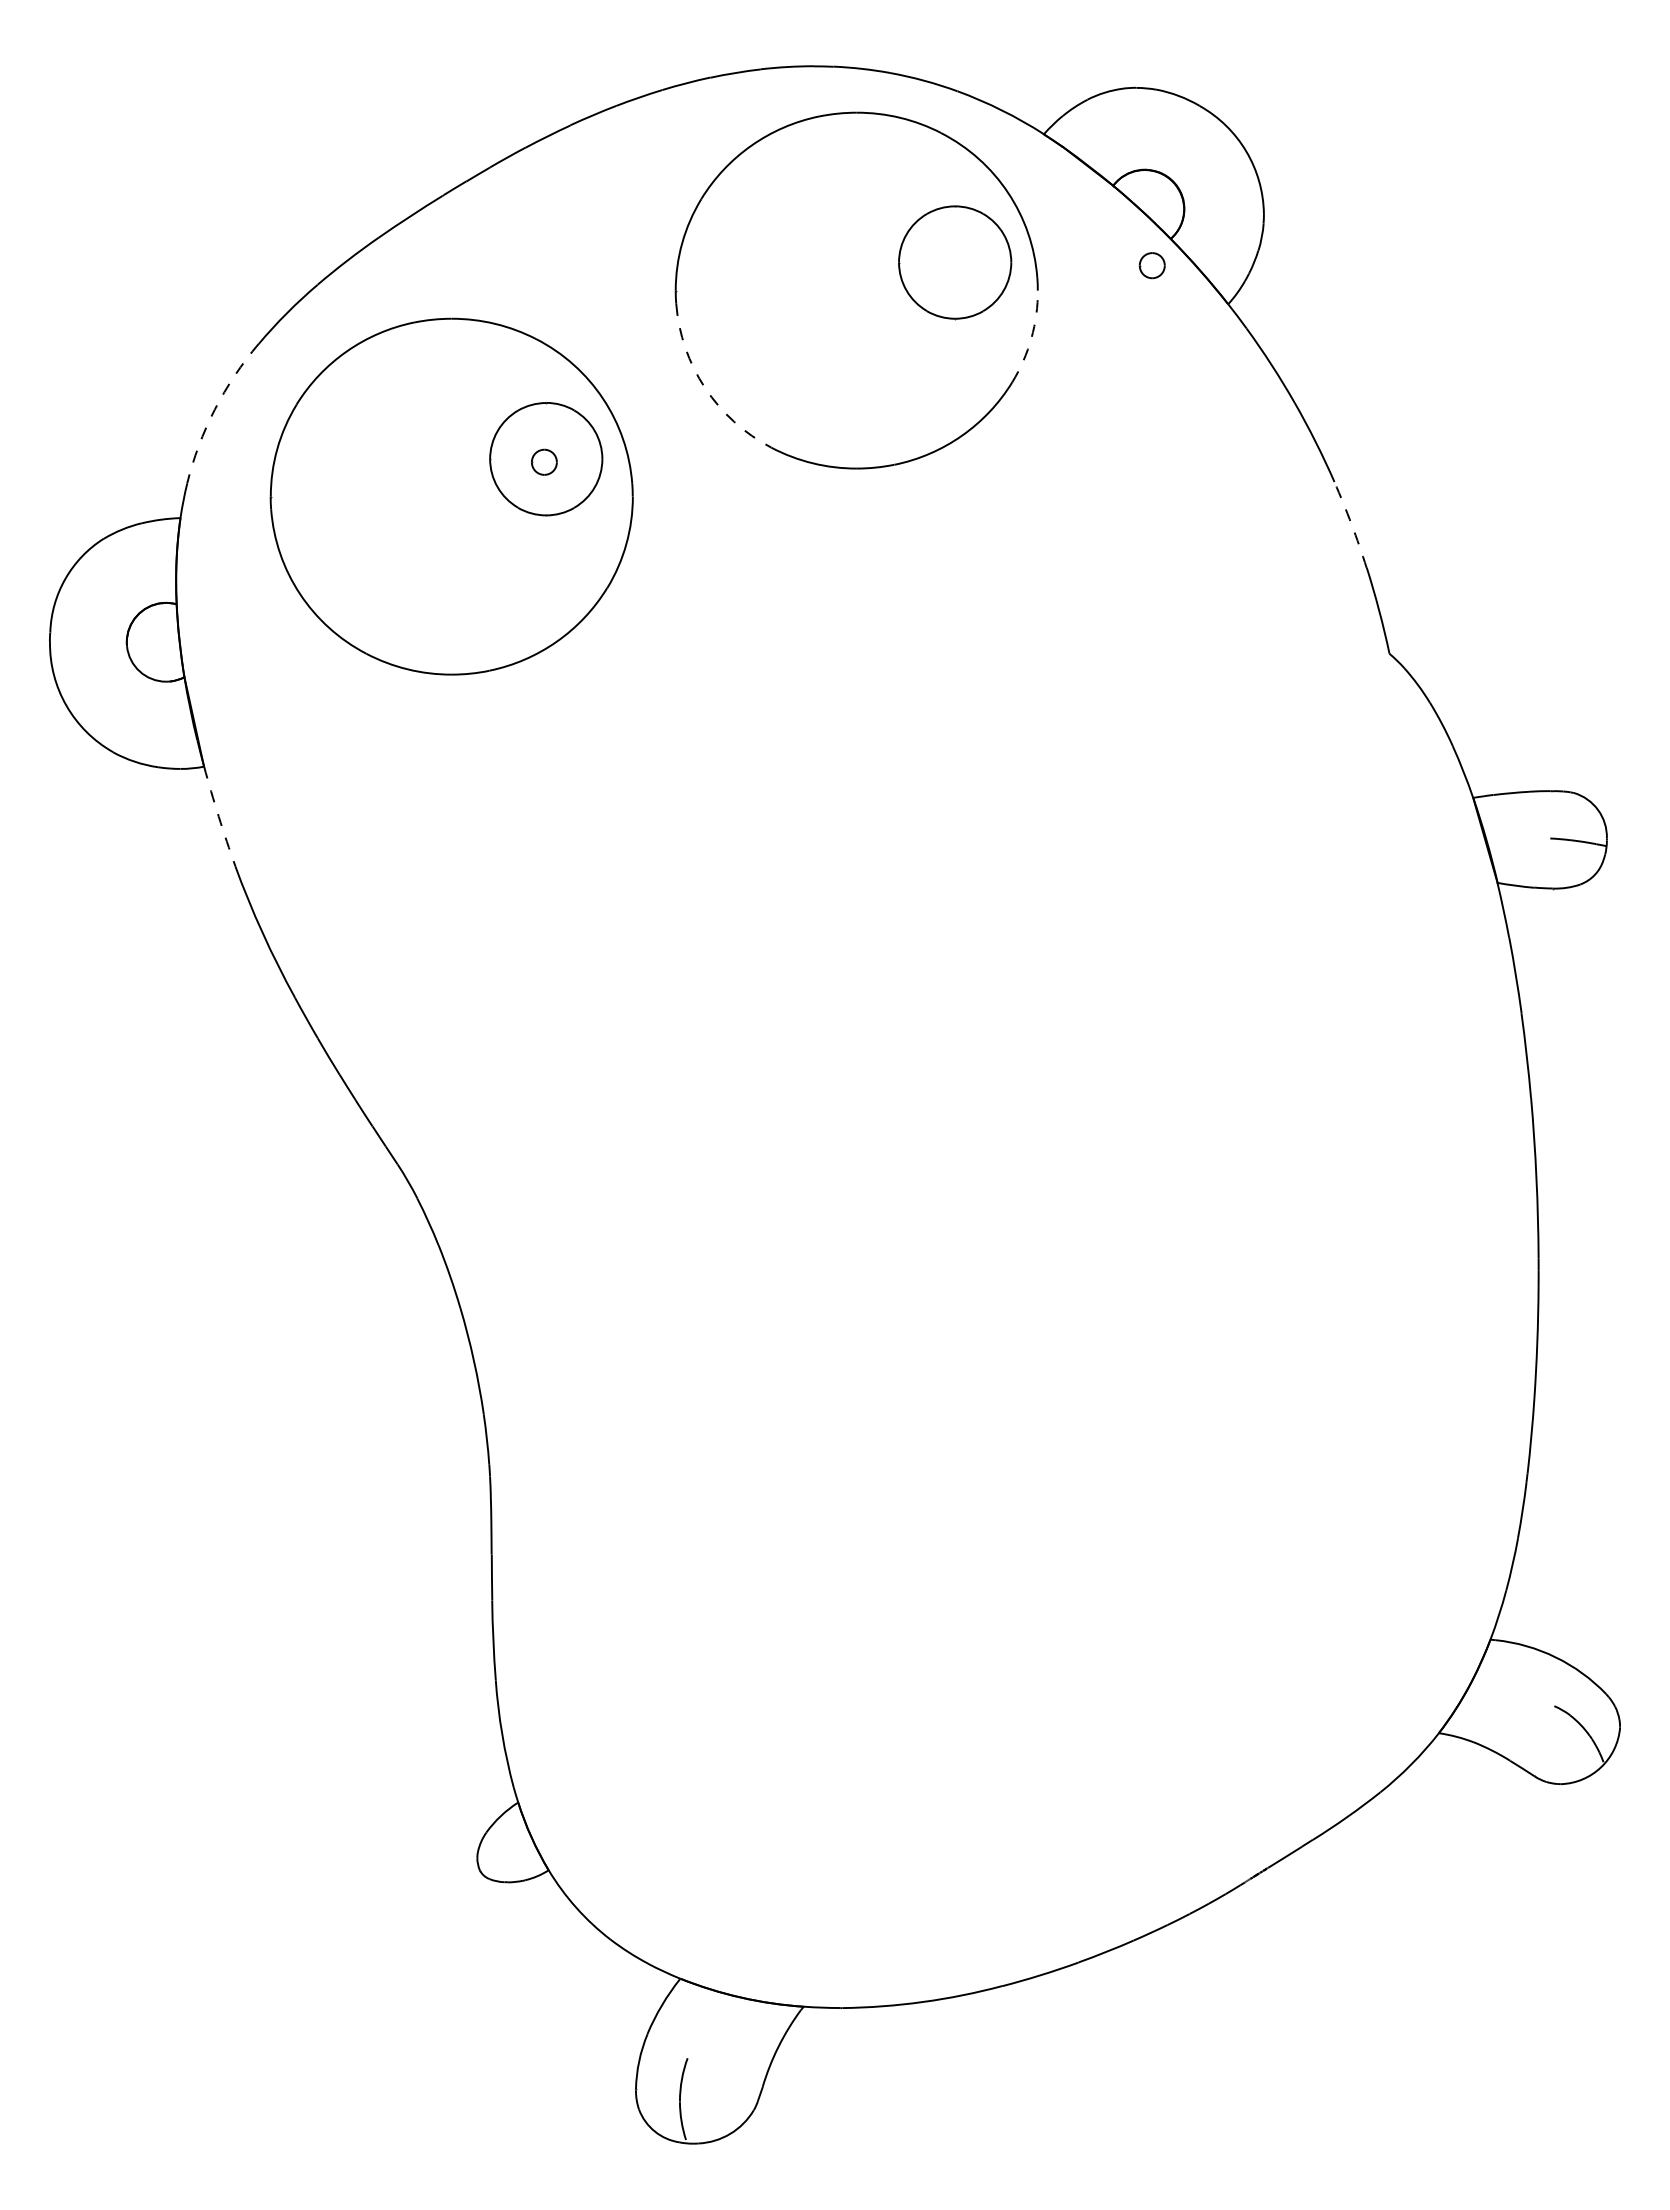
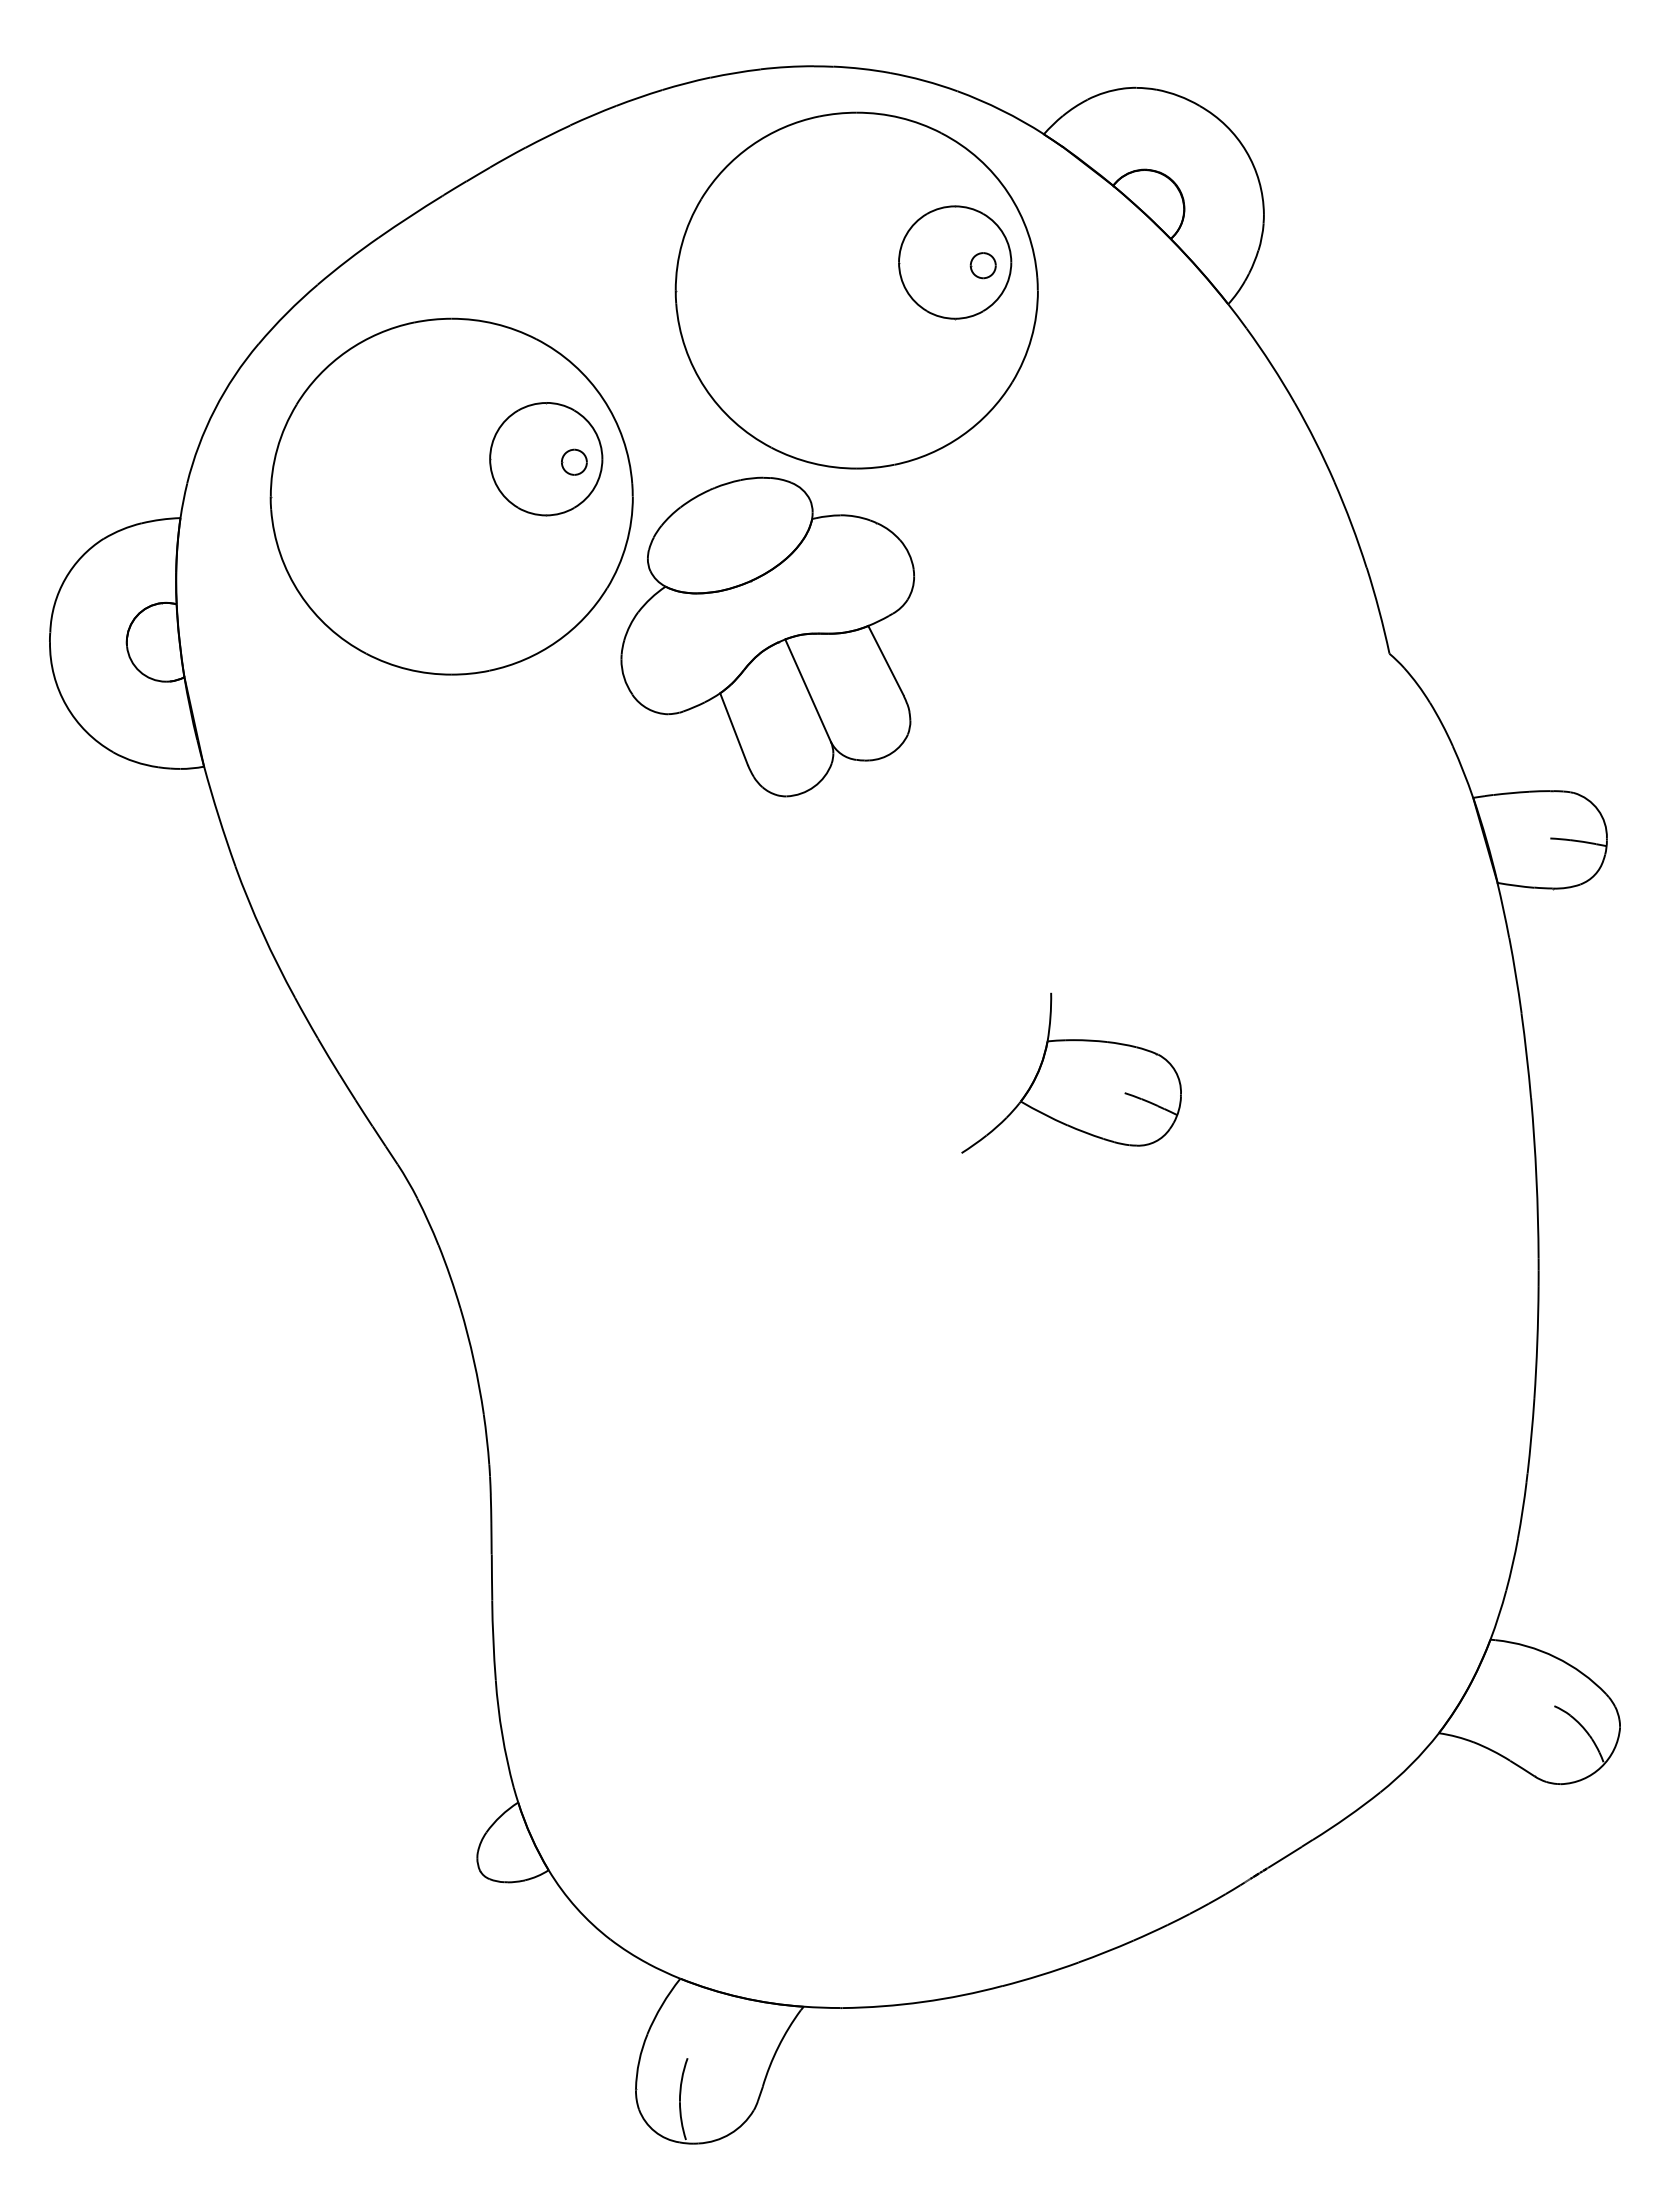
part at (1151, 265) position: (1151, 265) -> (982, 265)
arc at (1031, 338): dashed -> solid
arc at (705, 388): dashed -> solid
arc at (214, 409): dashed -> solid
part at (544, 461) position: (544, 461) -> (574, 461)
arc at (1351, 524): dashed -> solid
part at (767, 636): none -> present
arc at (218, 816): dashed -> solid
part at (1071, 1072): none -> present
